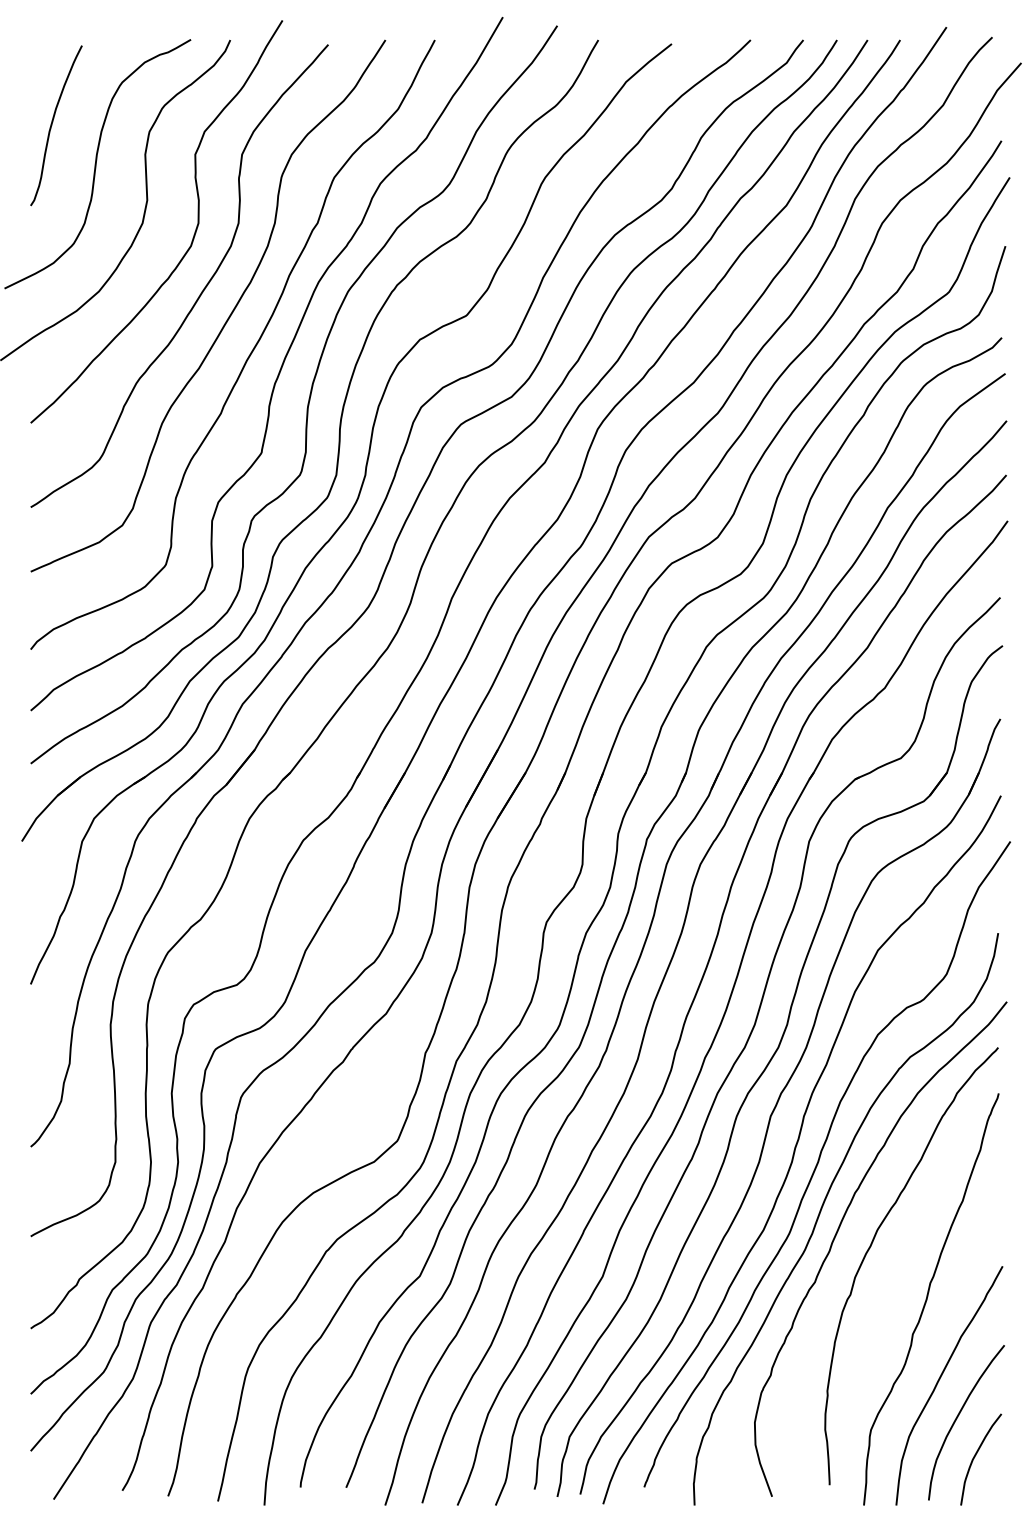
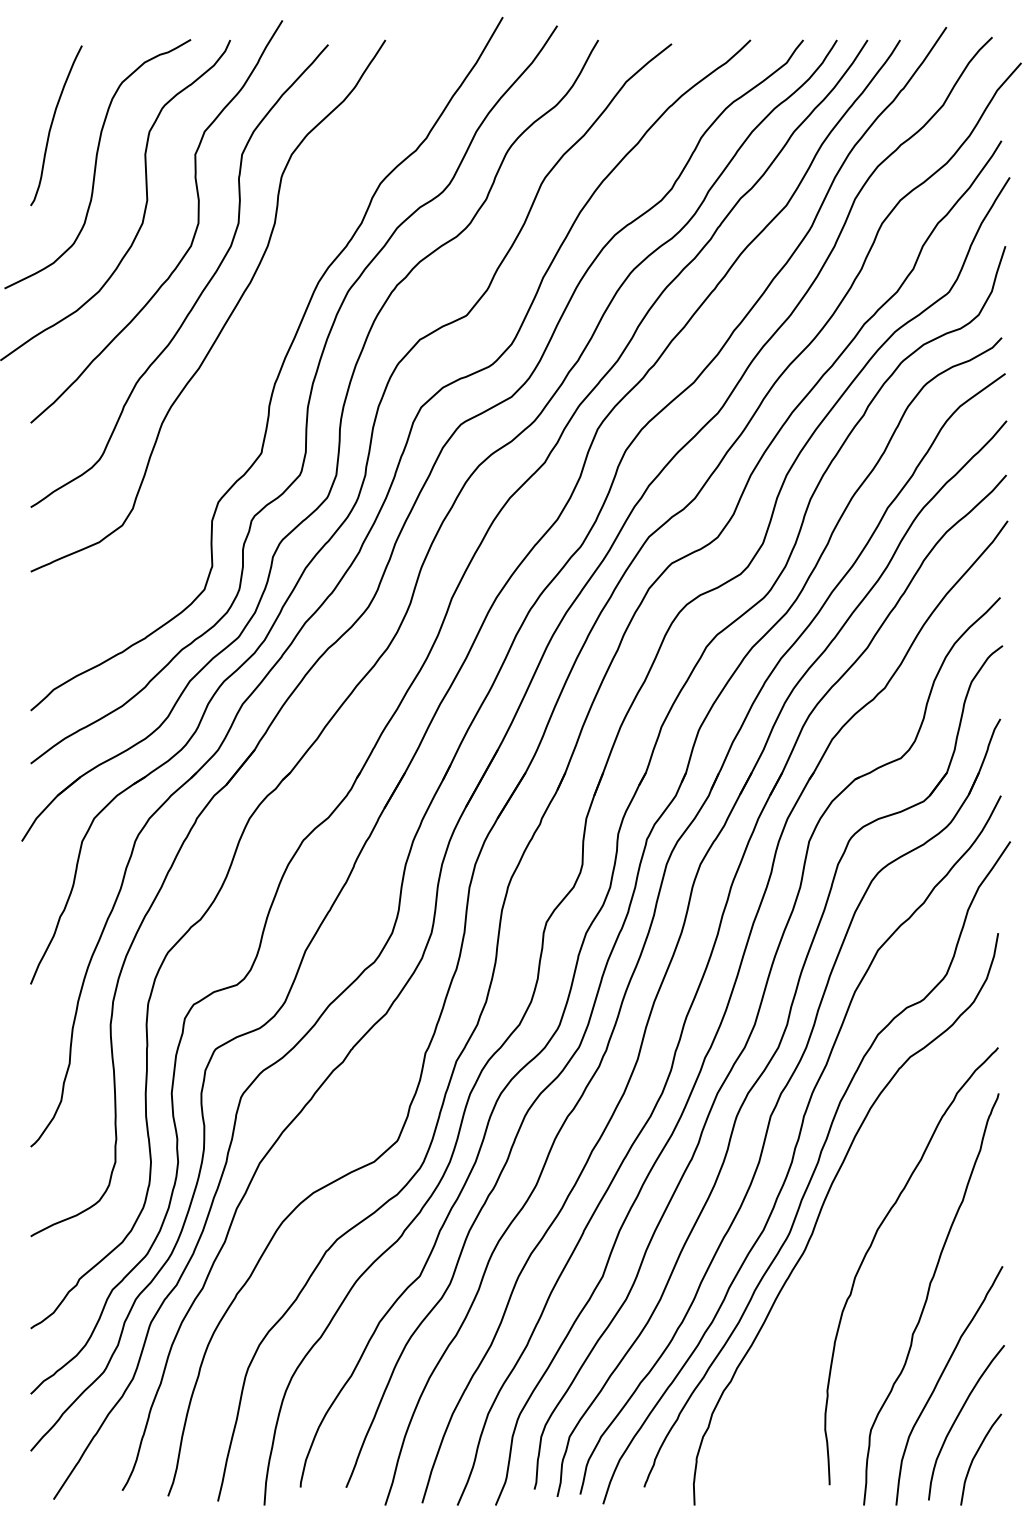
curve at (248, 355): present -> none
curve at (840, 1227): present -> none
